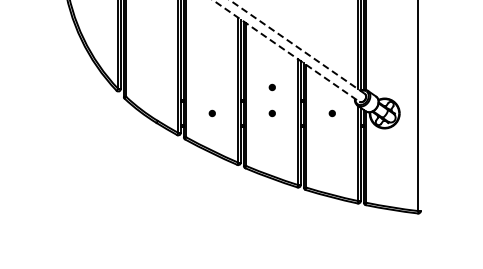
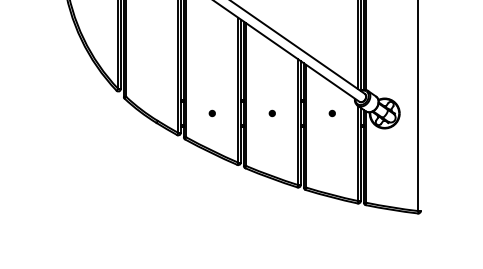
line at (297, 47): dashed -> solid
line at (286, 51): dashed -> solid
part at (271, 87): present -> none
